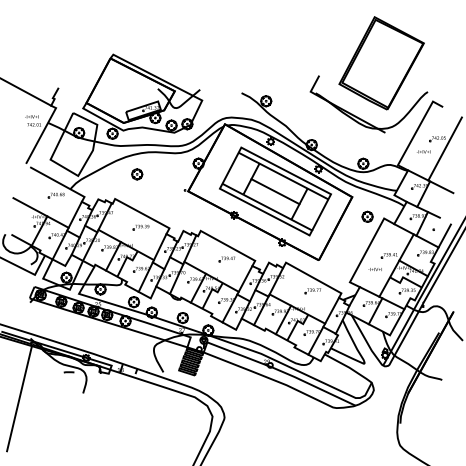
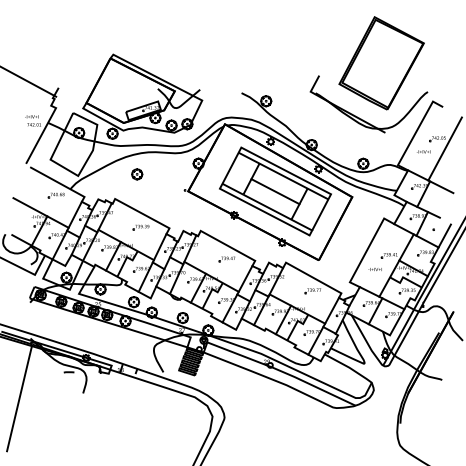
line at (26, 92) position: (26, 92) -> (29, 81)
part at (367, 216): present -> none
